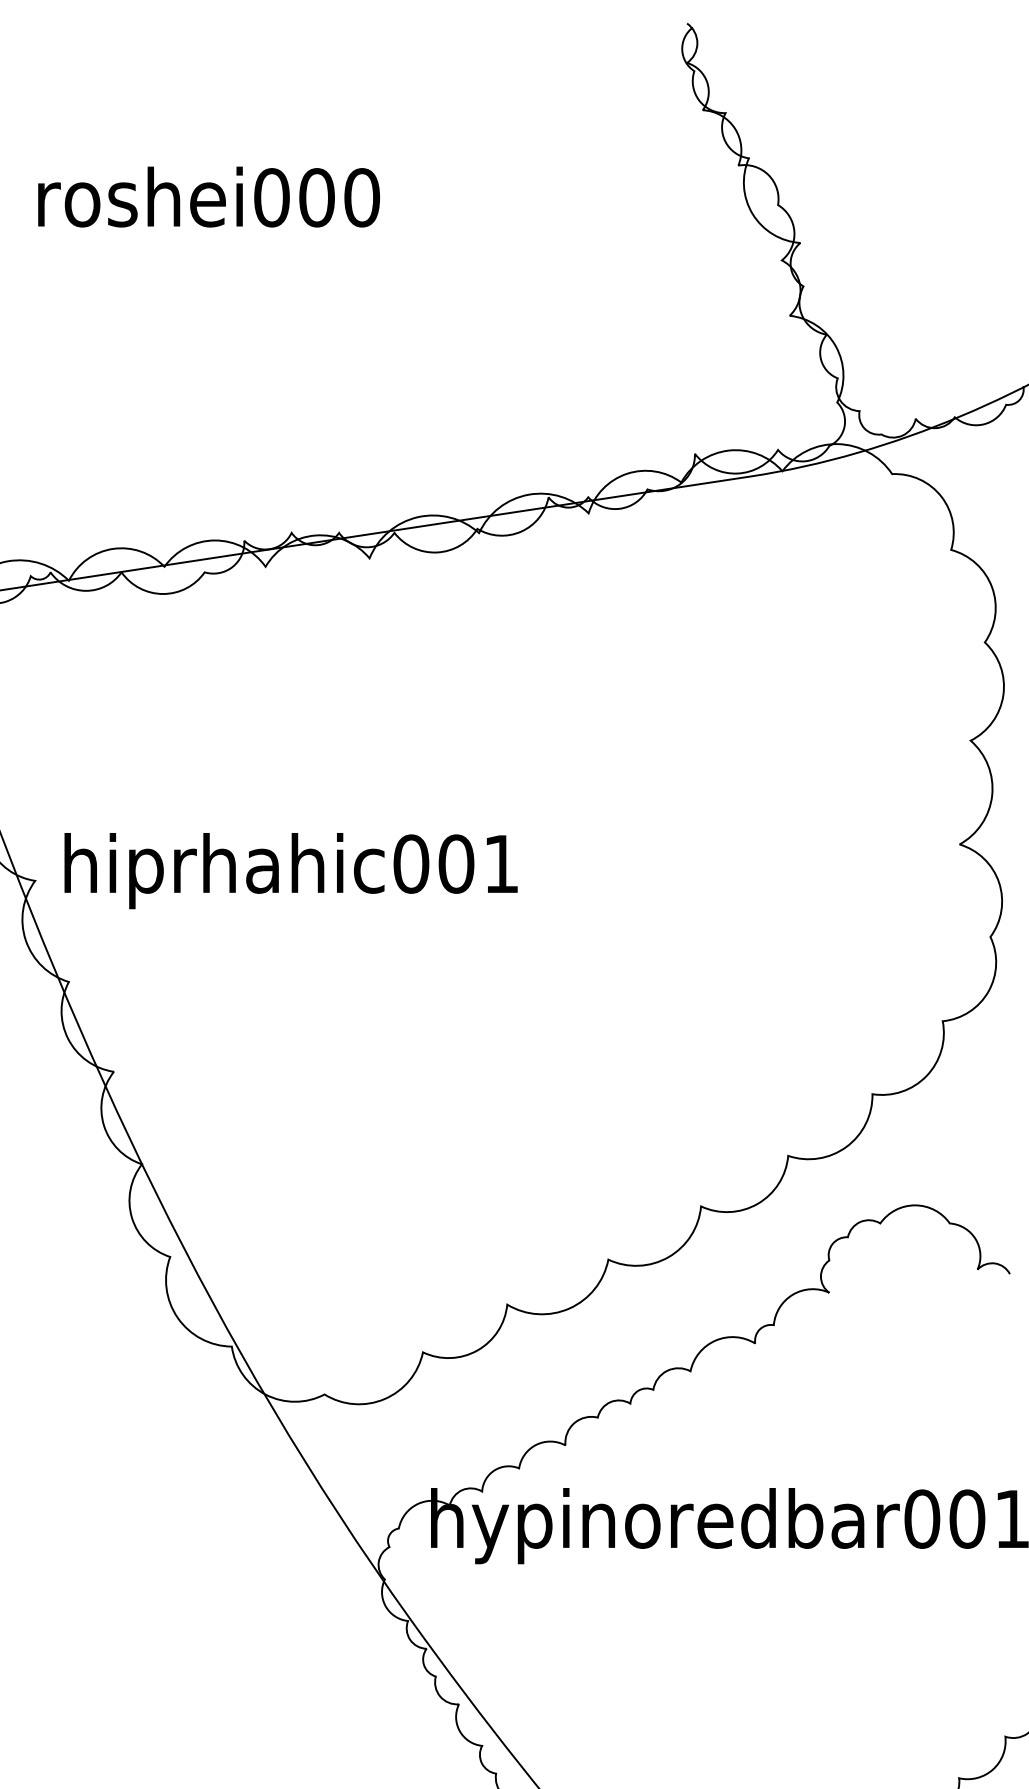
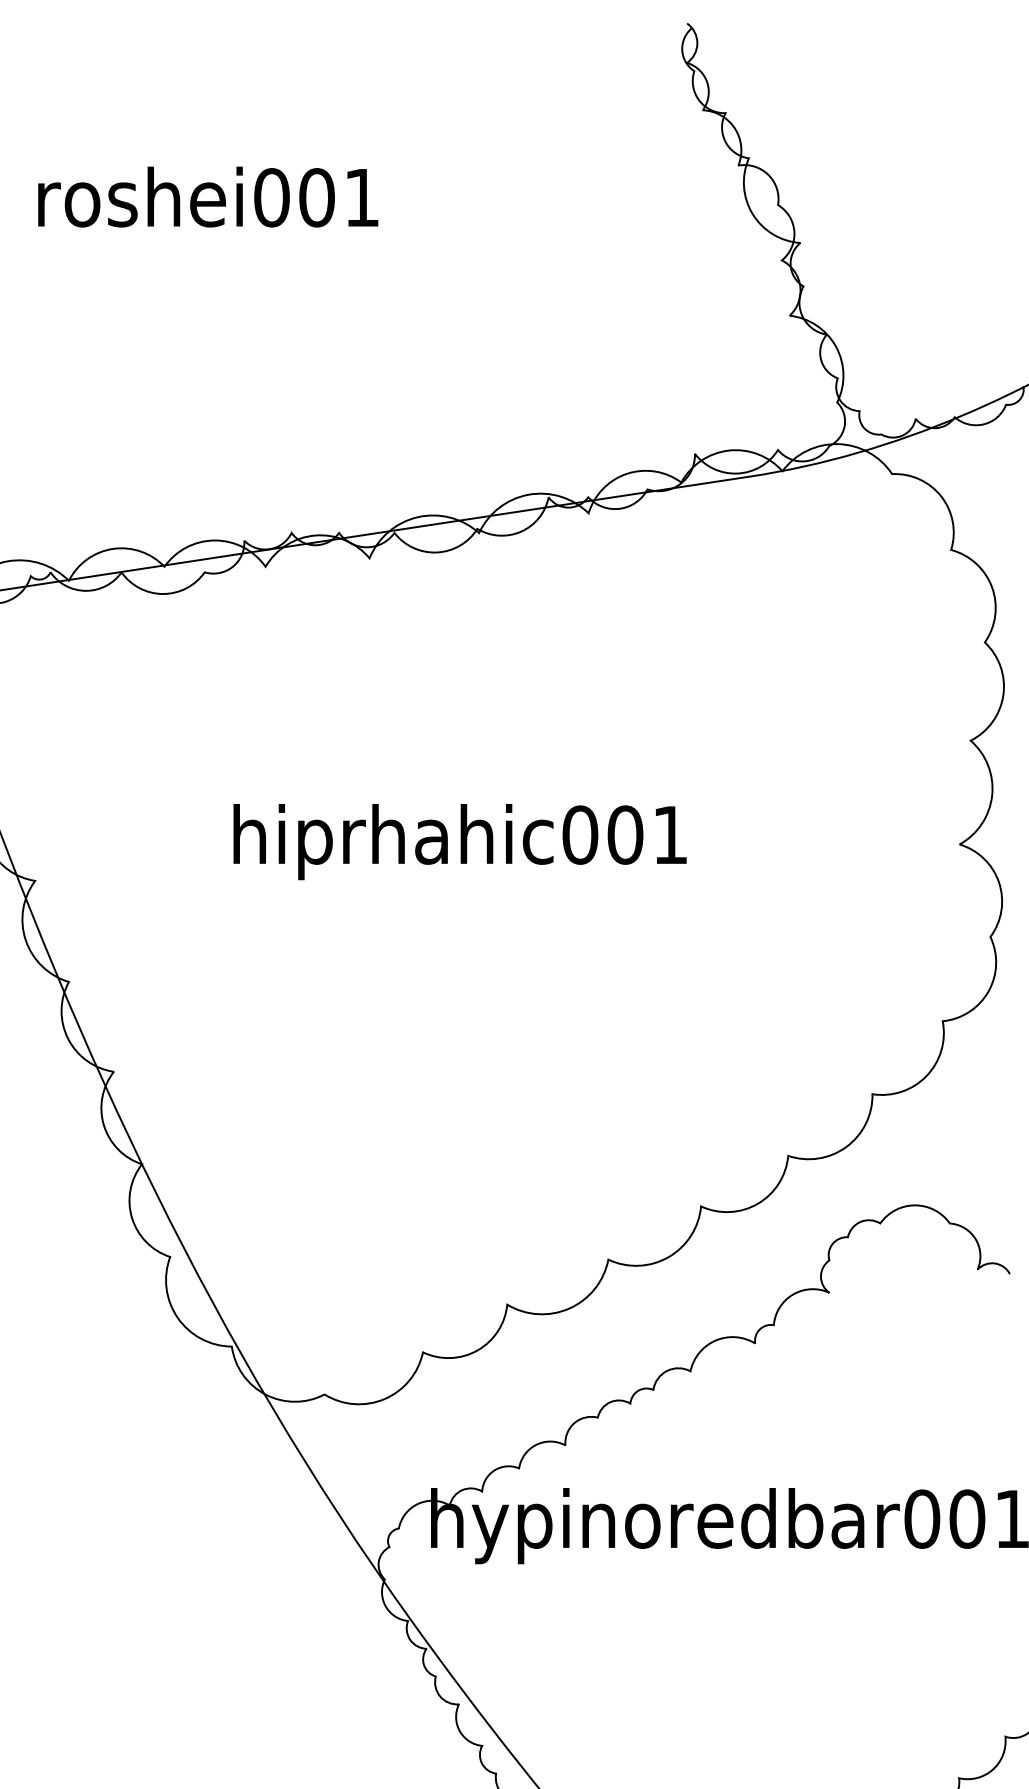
text at (361, 197): roshei000 -> roshei001
text at (290, 871) position: (290, 871) -> (459, 842)
